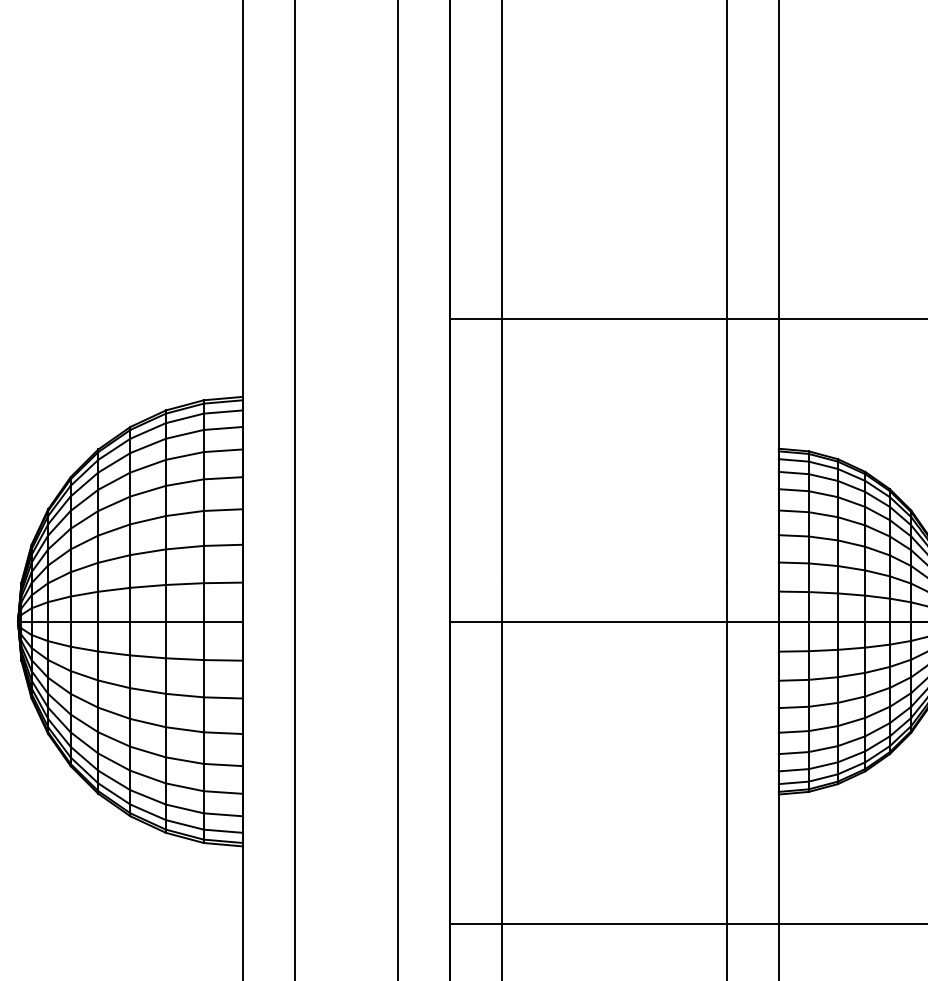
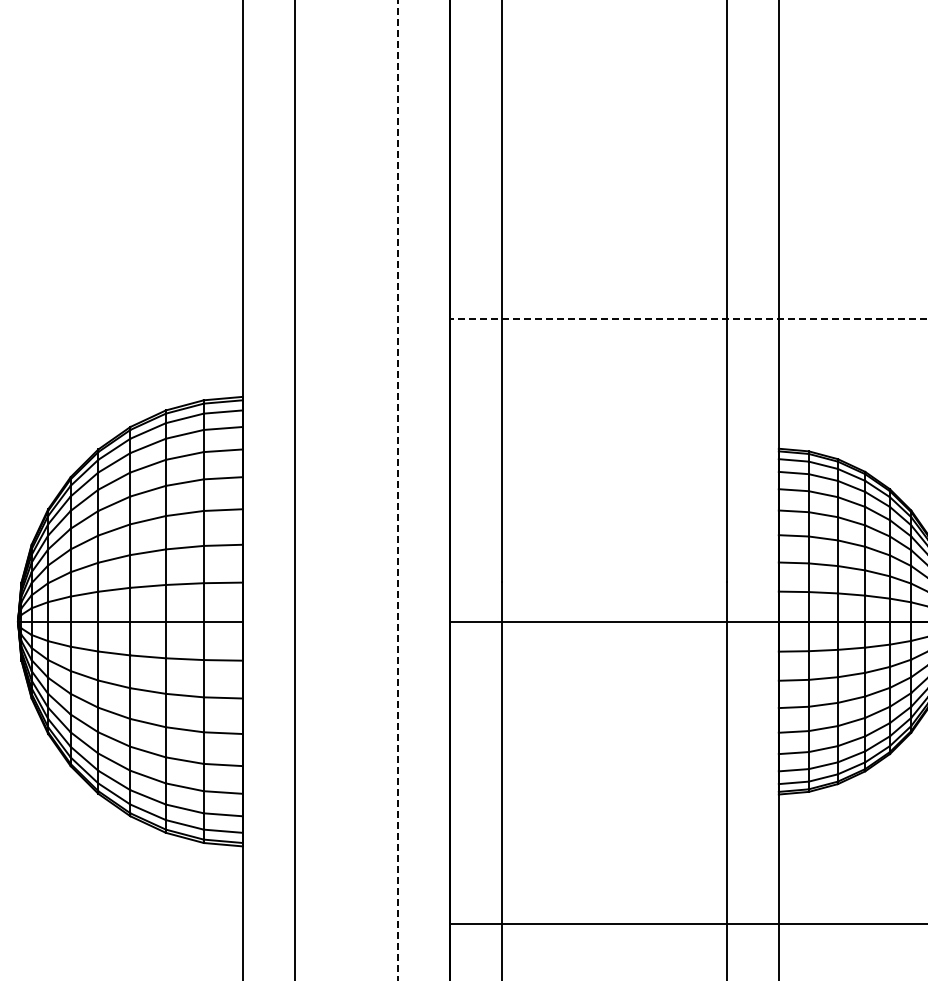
line at (688, 319): solid -> dashed
line at (398, 490): solid -> dashed
